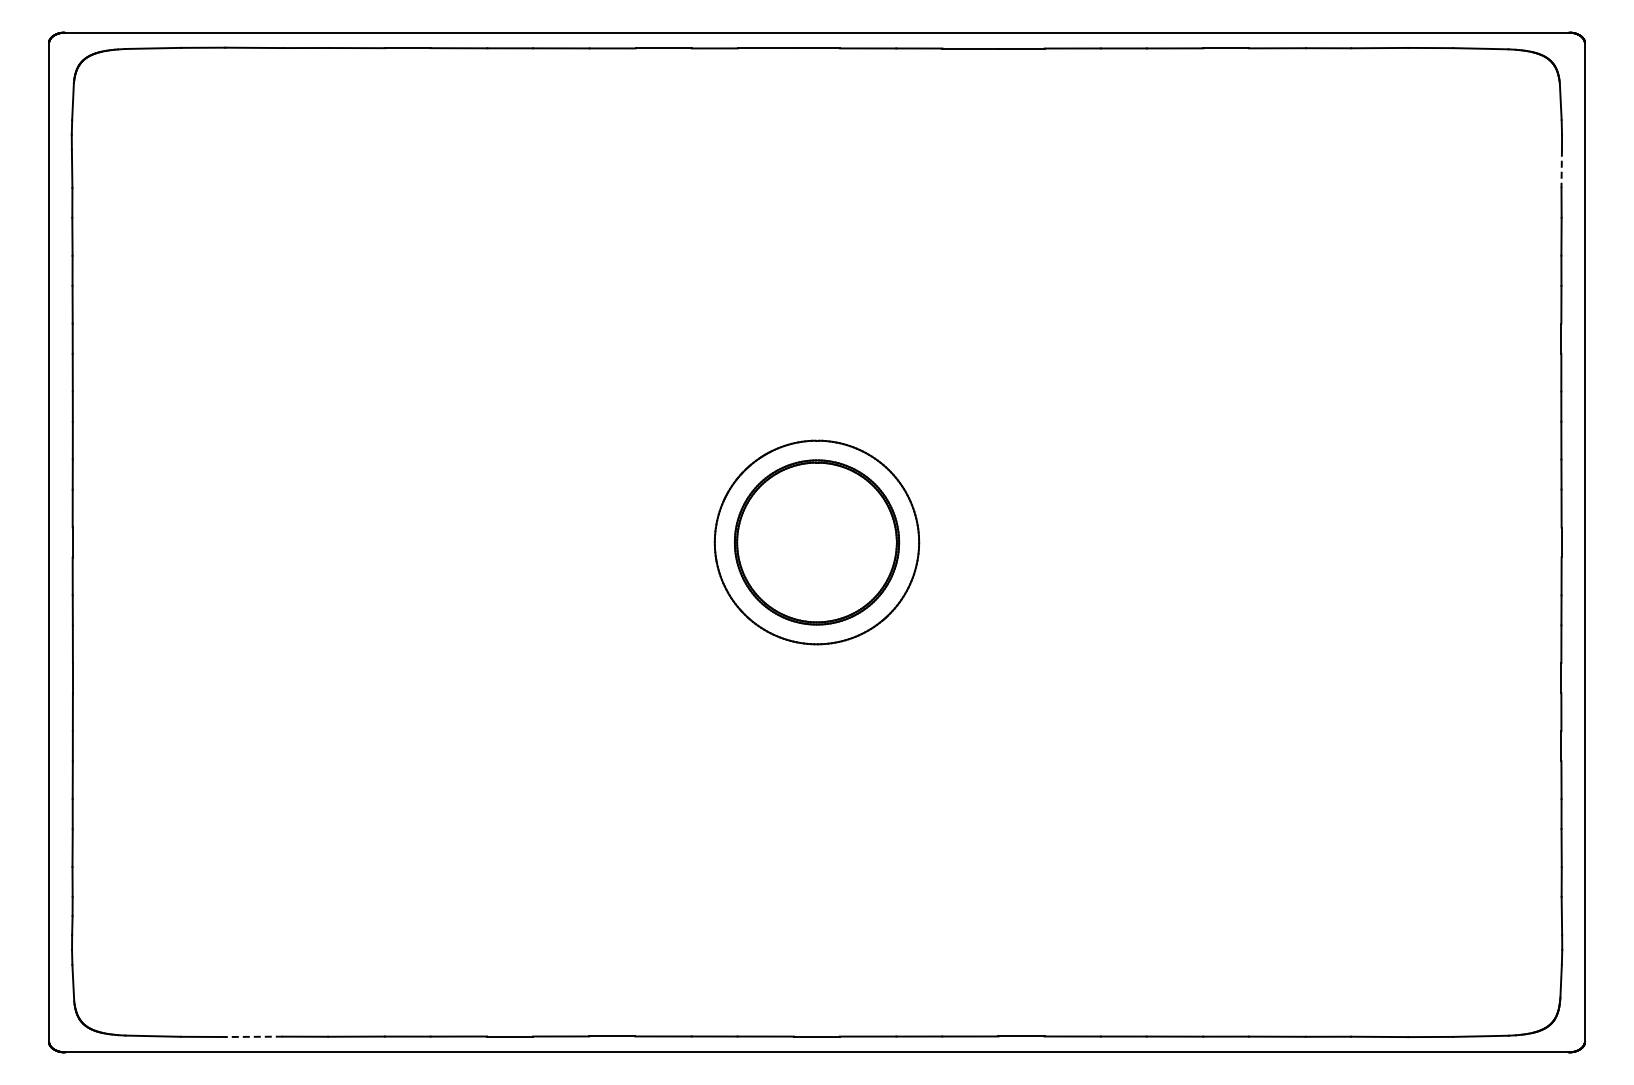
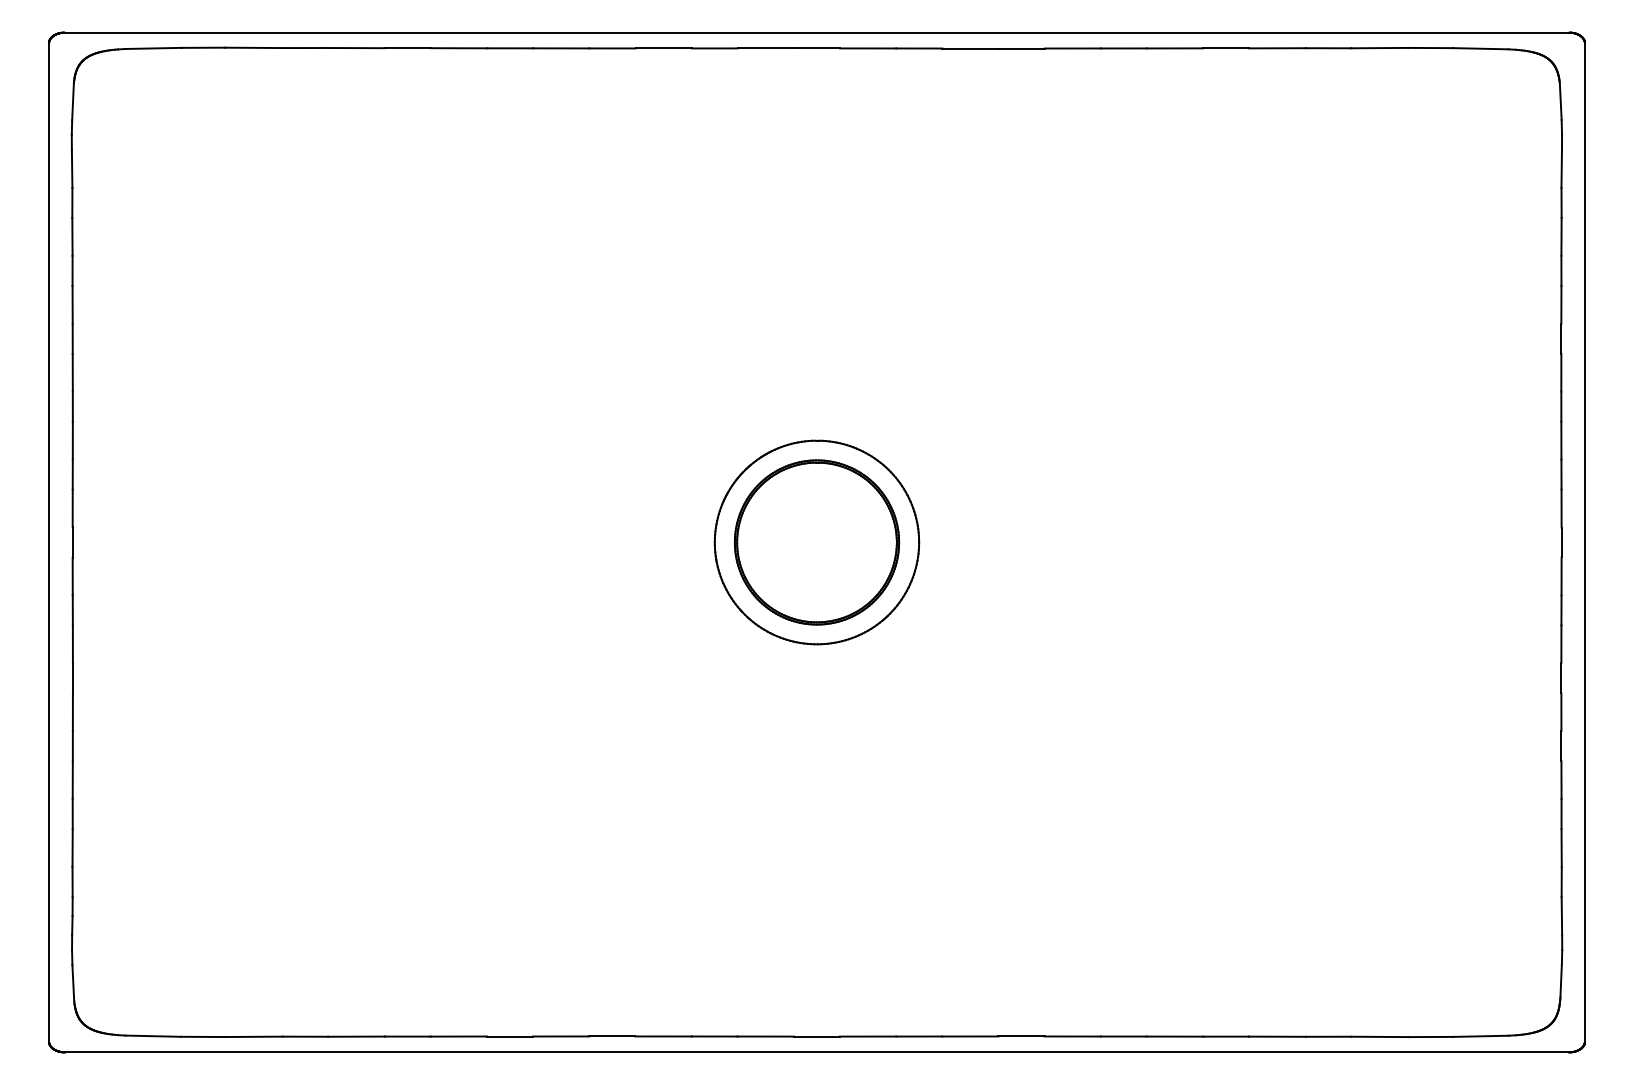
line at (1561, 169): dashed -> solid
line at (254, 1036): dashed -> solid
